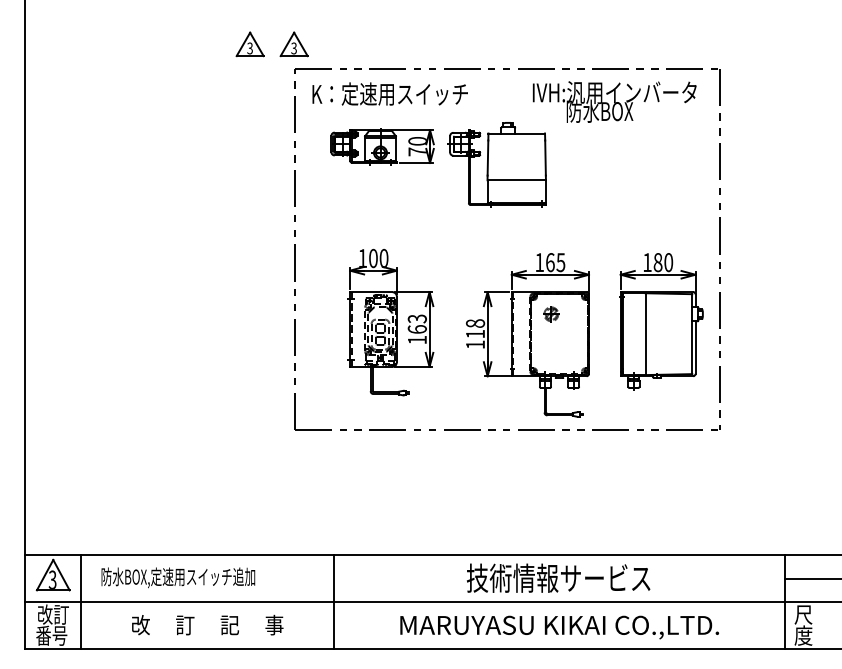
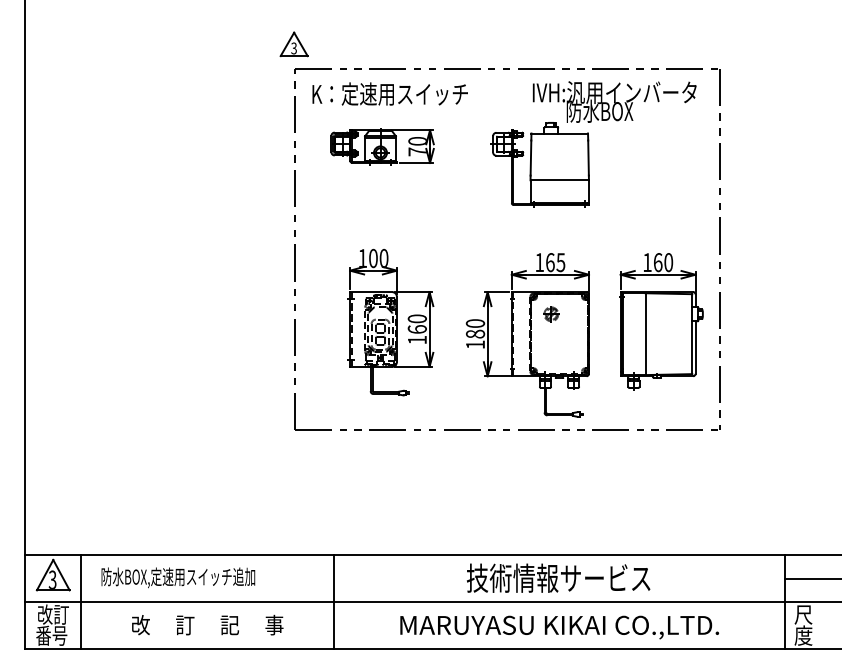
part at (249, 44): present -> none
part at (496, 164) position: (496, 164) -> (539, 164)
text at (657, 262): 180 -> 160
text at (417, 318): 163 -> 160
text at (475, 328): 118 -> 180
